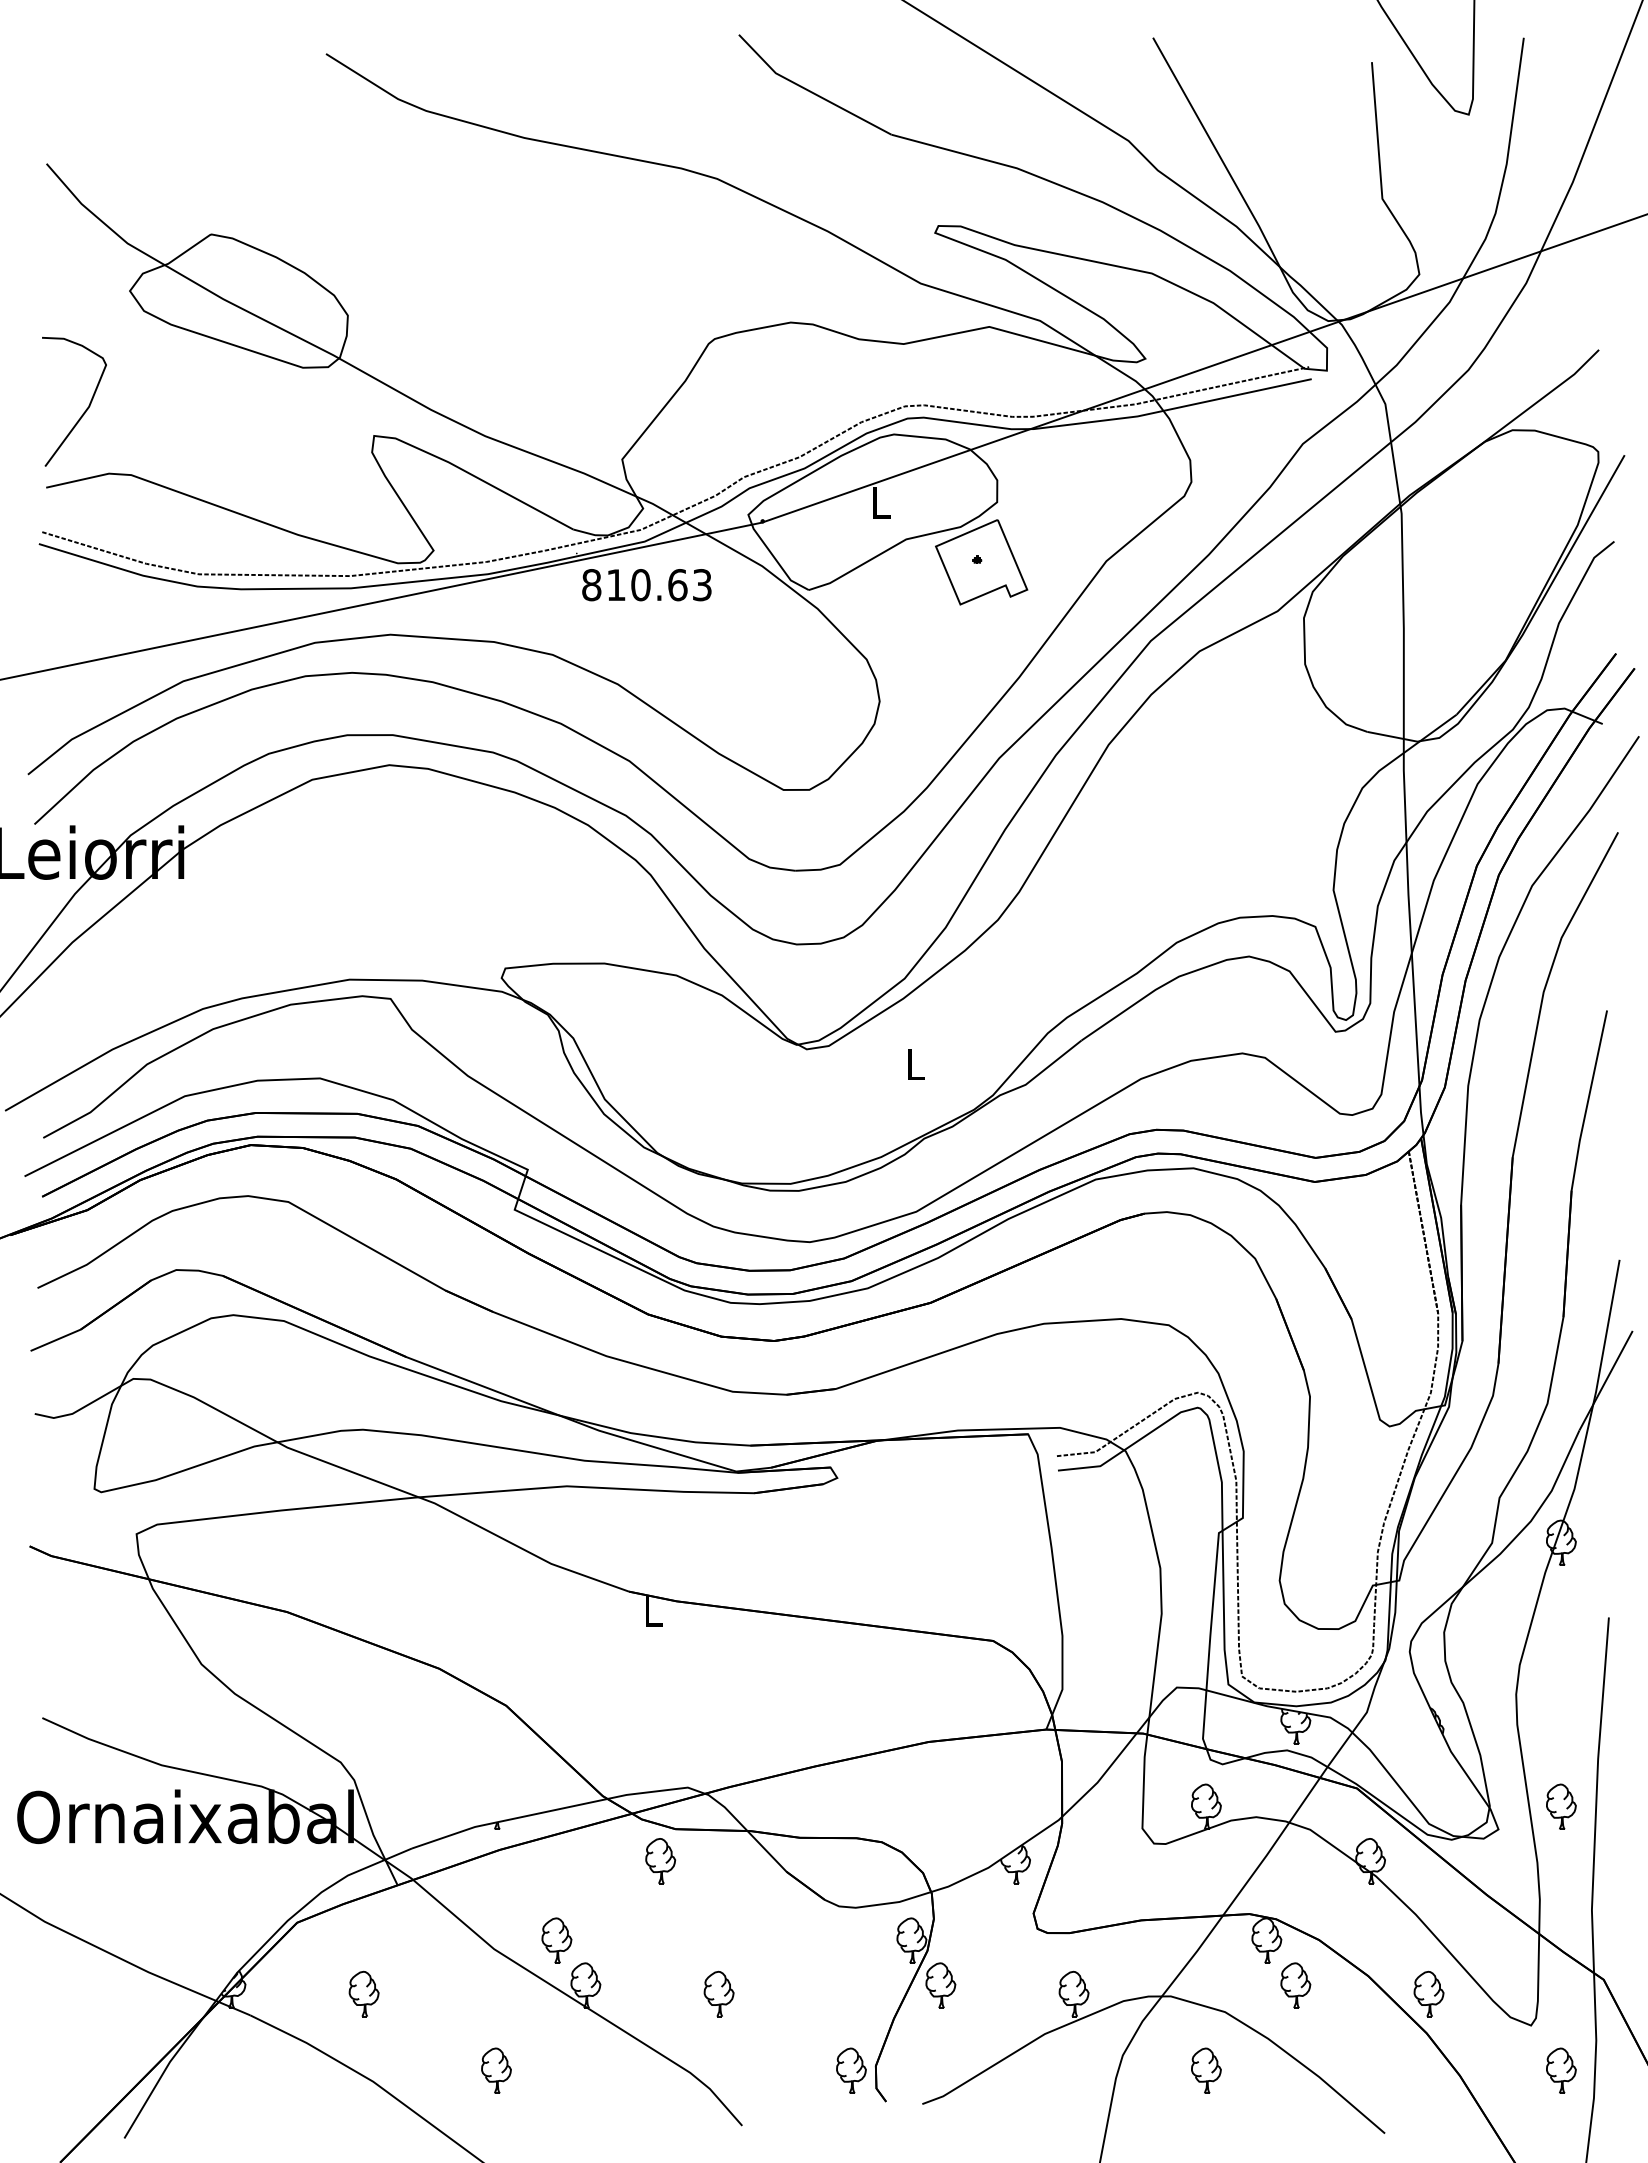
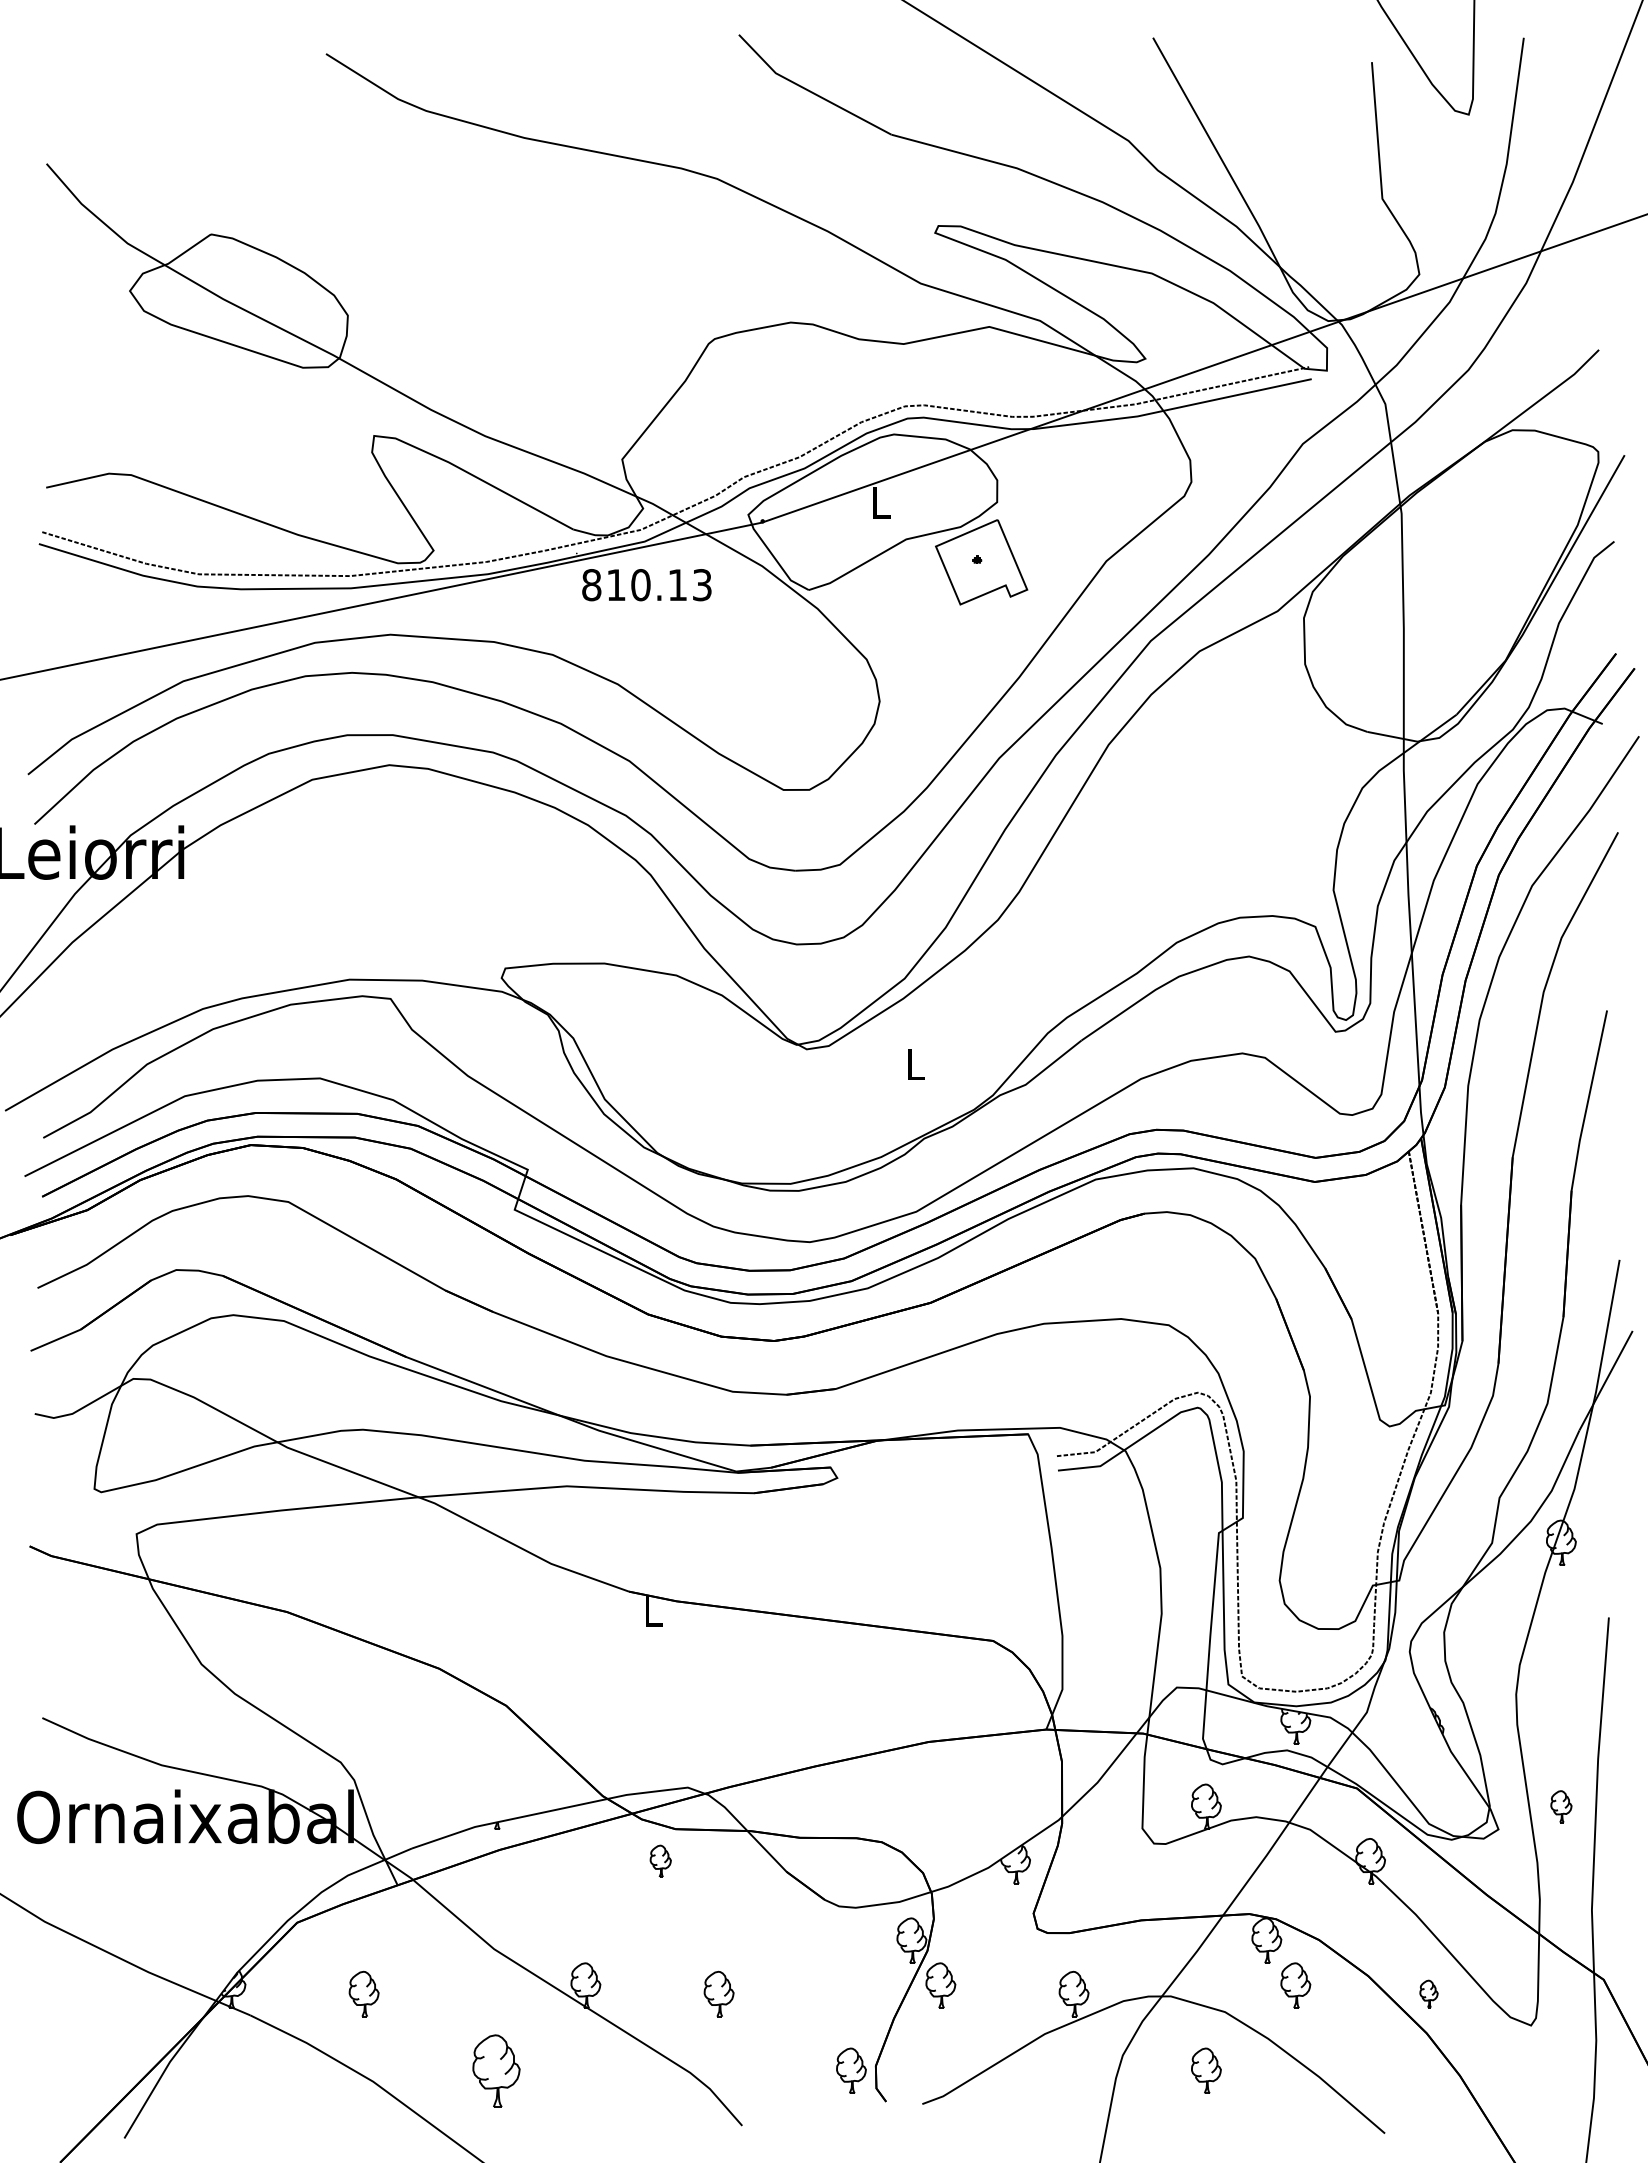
curve at (85, 409): present -> none
text at (677, 585): 810.63 -> 810.13
part at (1561, 1806) size: 31x47 px -> 23x34 px
part at (660, 1861) size: 32x47 px -> 23x34 px
part at (556, 1940): present -> none
part at (1428, 1993) size: 32x48 px -> 20x30 px
part at (496, 2070) size: 31x47 px -> 49x74 px
part at (1561, 2070): present -> none
